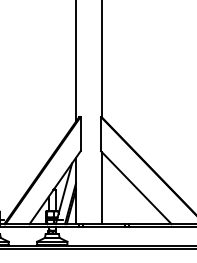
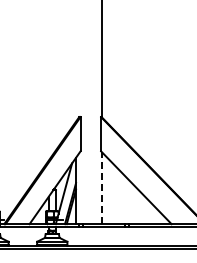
line at (76, 61): present -> none
line at (101, 187): solid -> dashed
